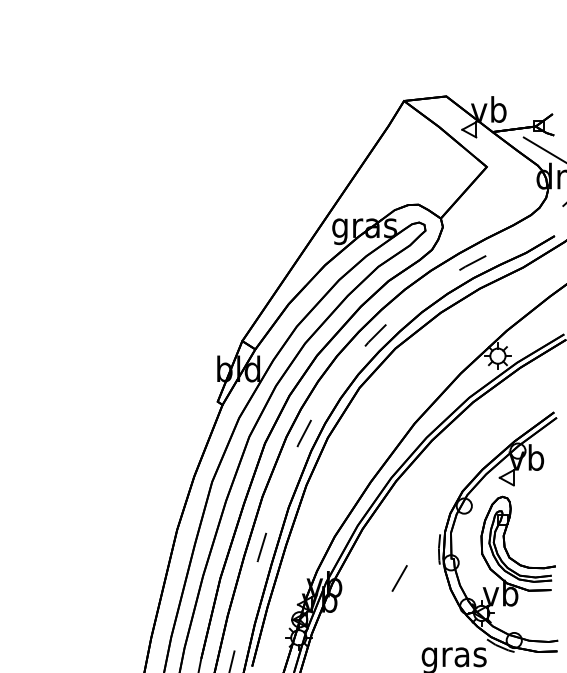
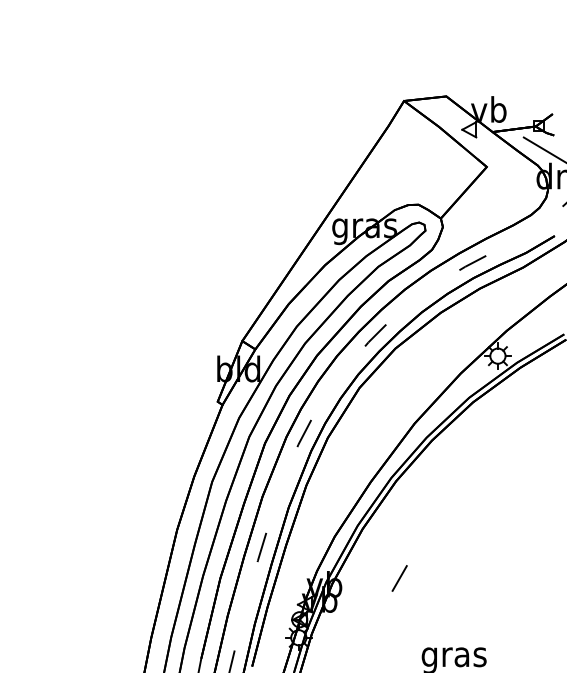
part at (498, 531): present -> none
